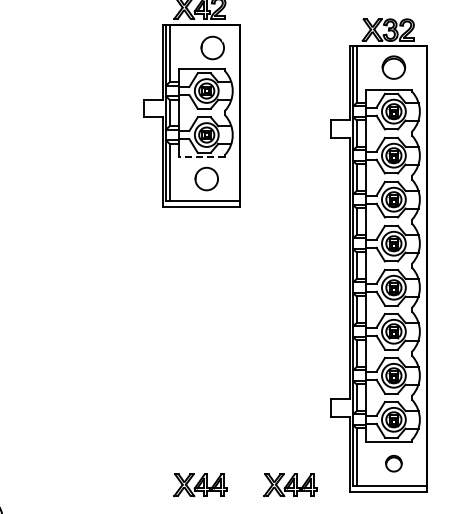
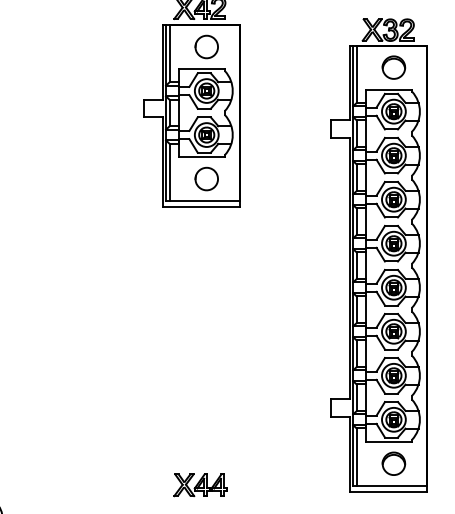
part at (212, 47) position: (212, 47) -> (206, 46)
line at (202, 157): dashed -> solid
part at (393, 463) size: 18x18 px -> 26x25 px
part at (290, 485): present -> none
